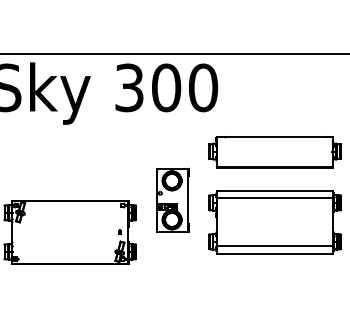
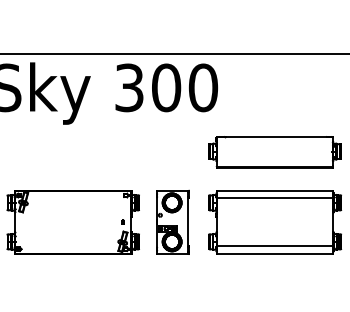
part at (172, 199) position: (172, 199) -> (172, 221)
part at (69, 232) position: (69, 232) -> (72, 222)
